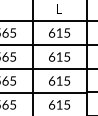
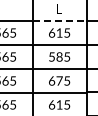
line at (60, 20): solid -> dashed
text at (55, 56): 615 -> 585
text at (59, 80): 615 -> 675
